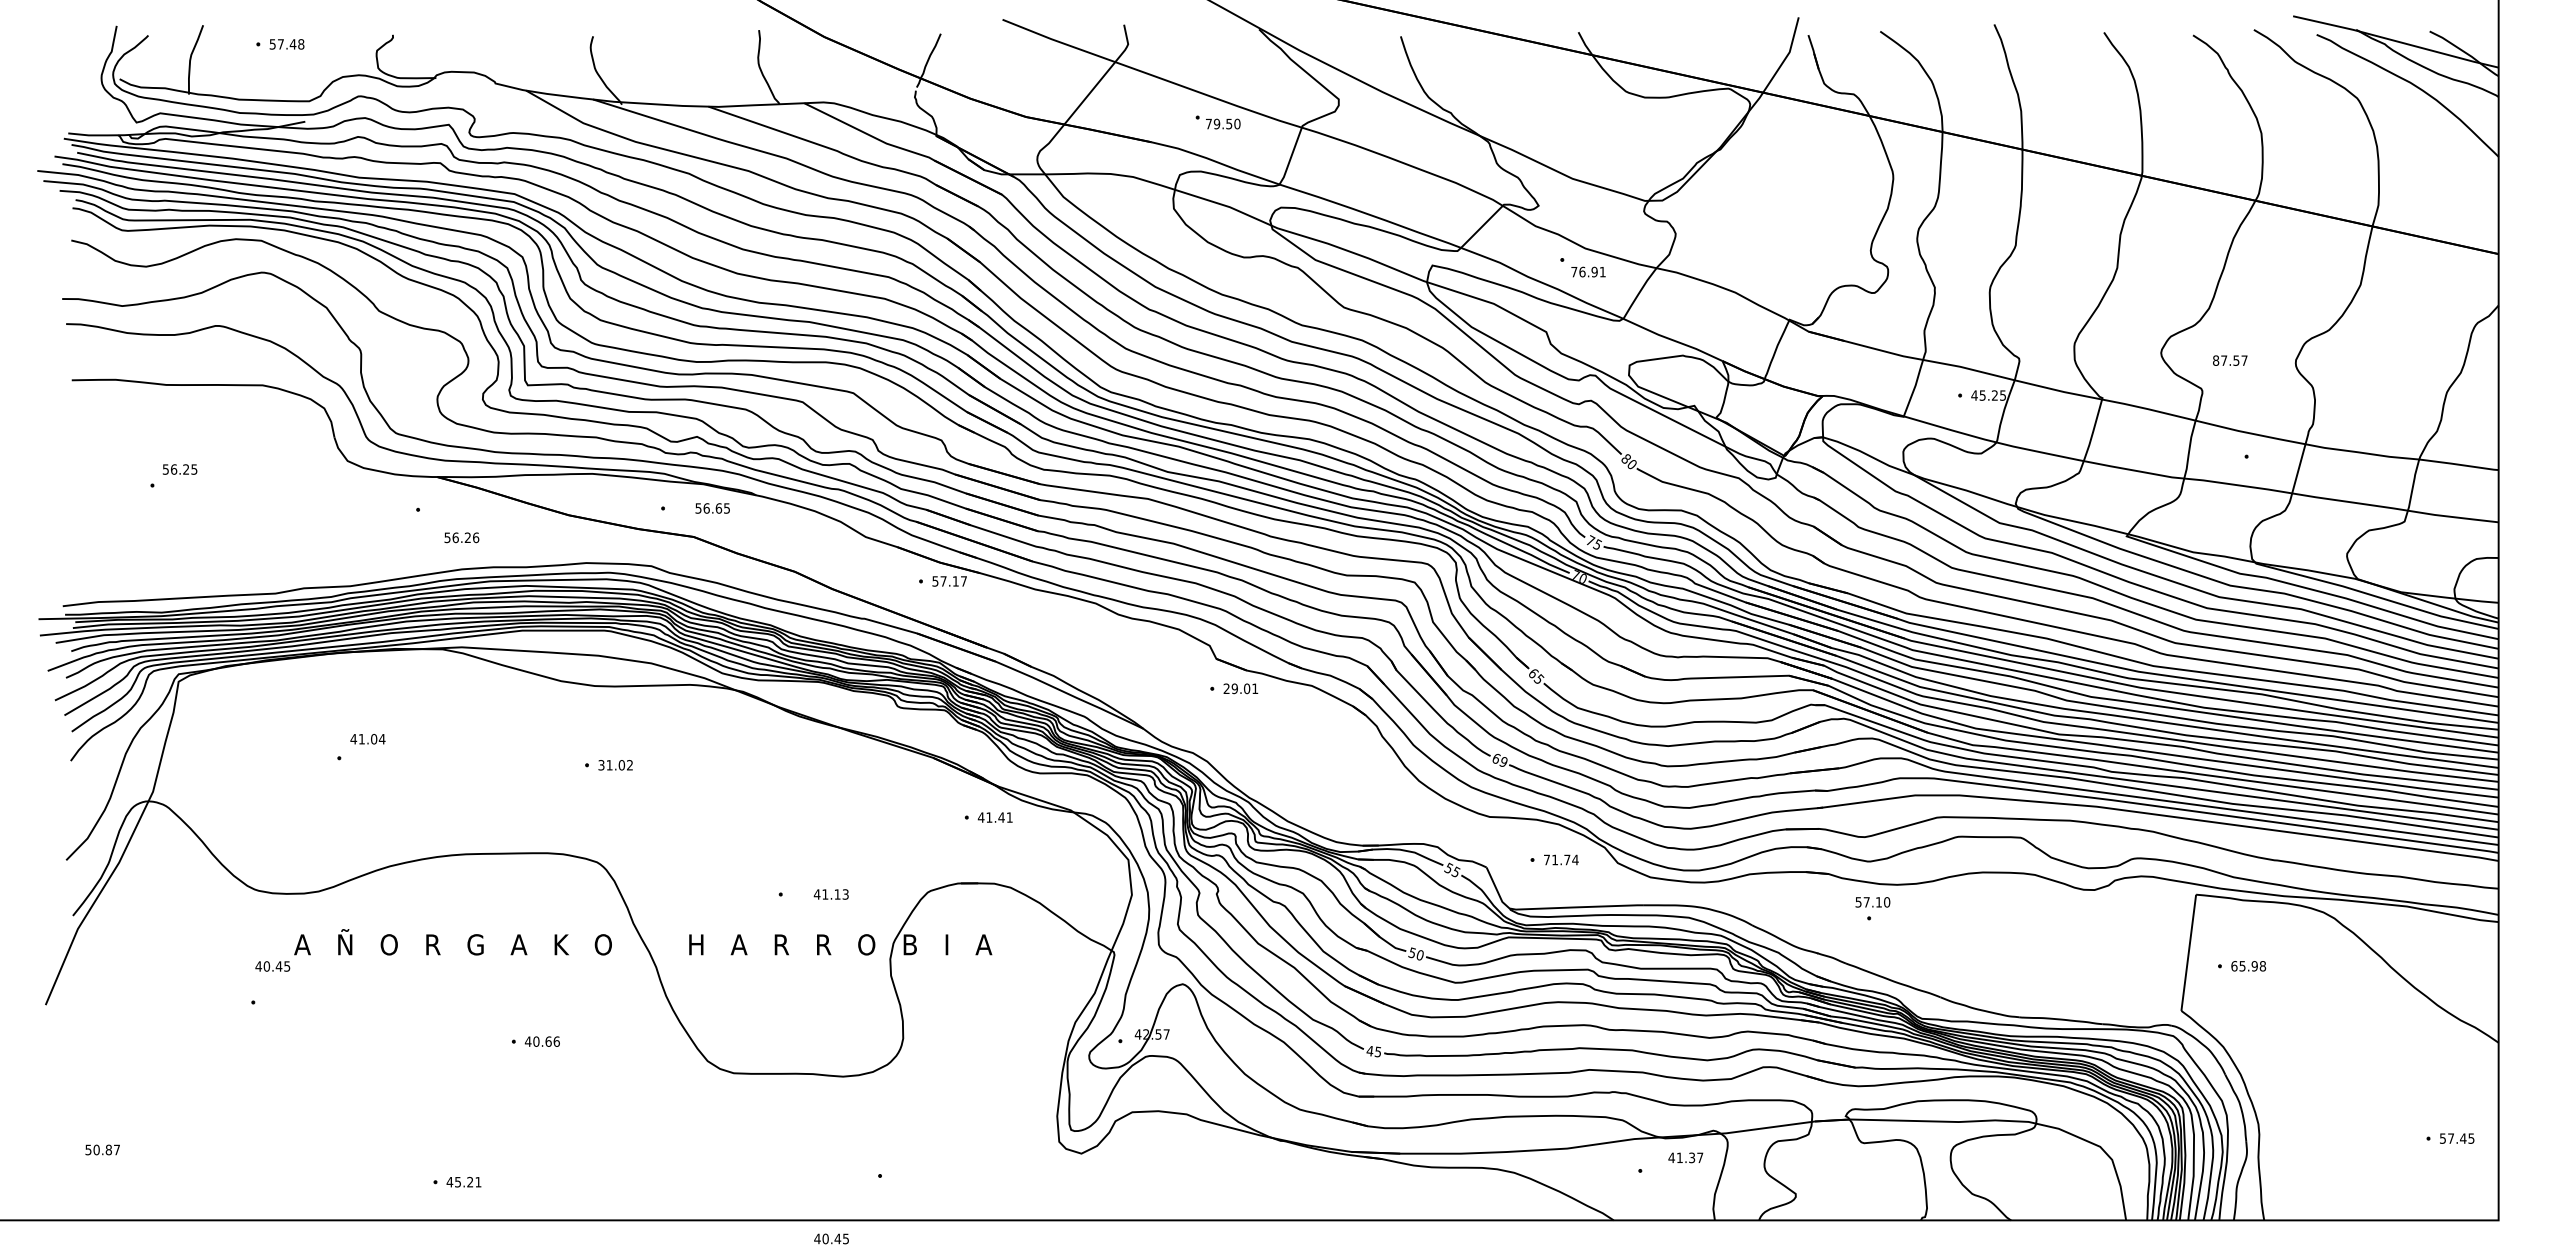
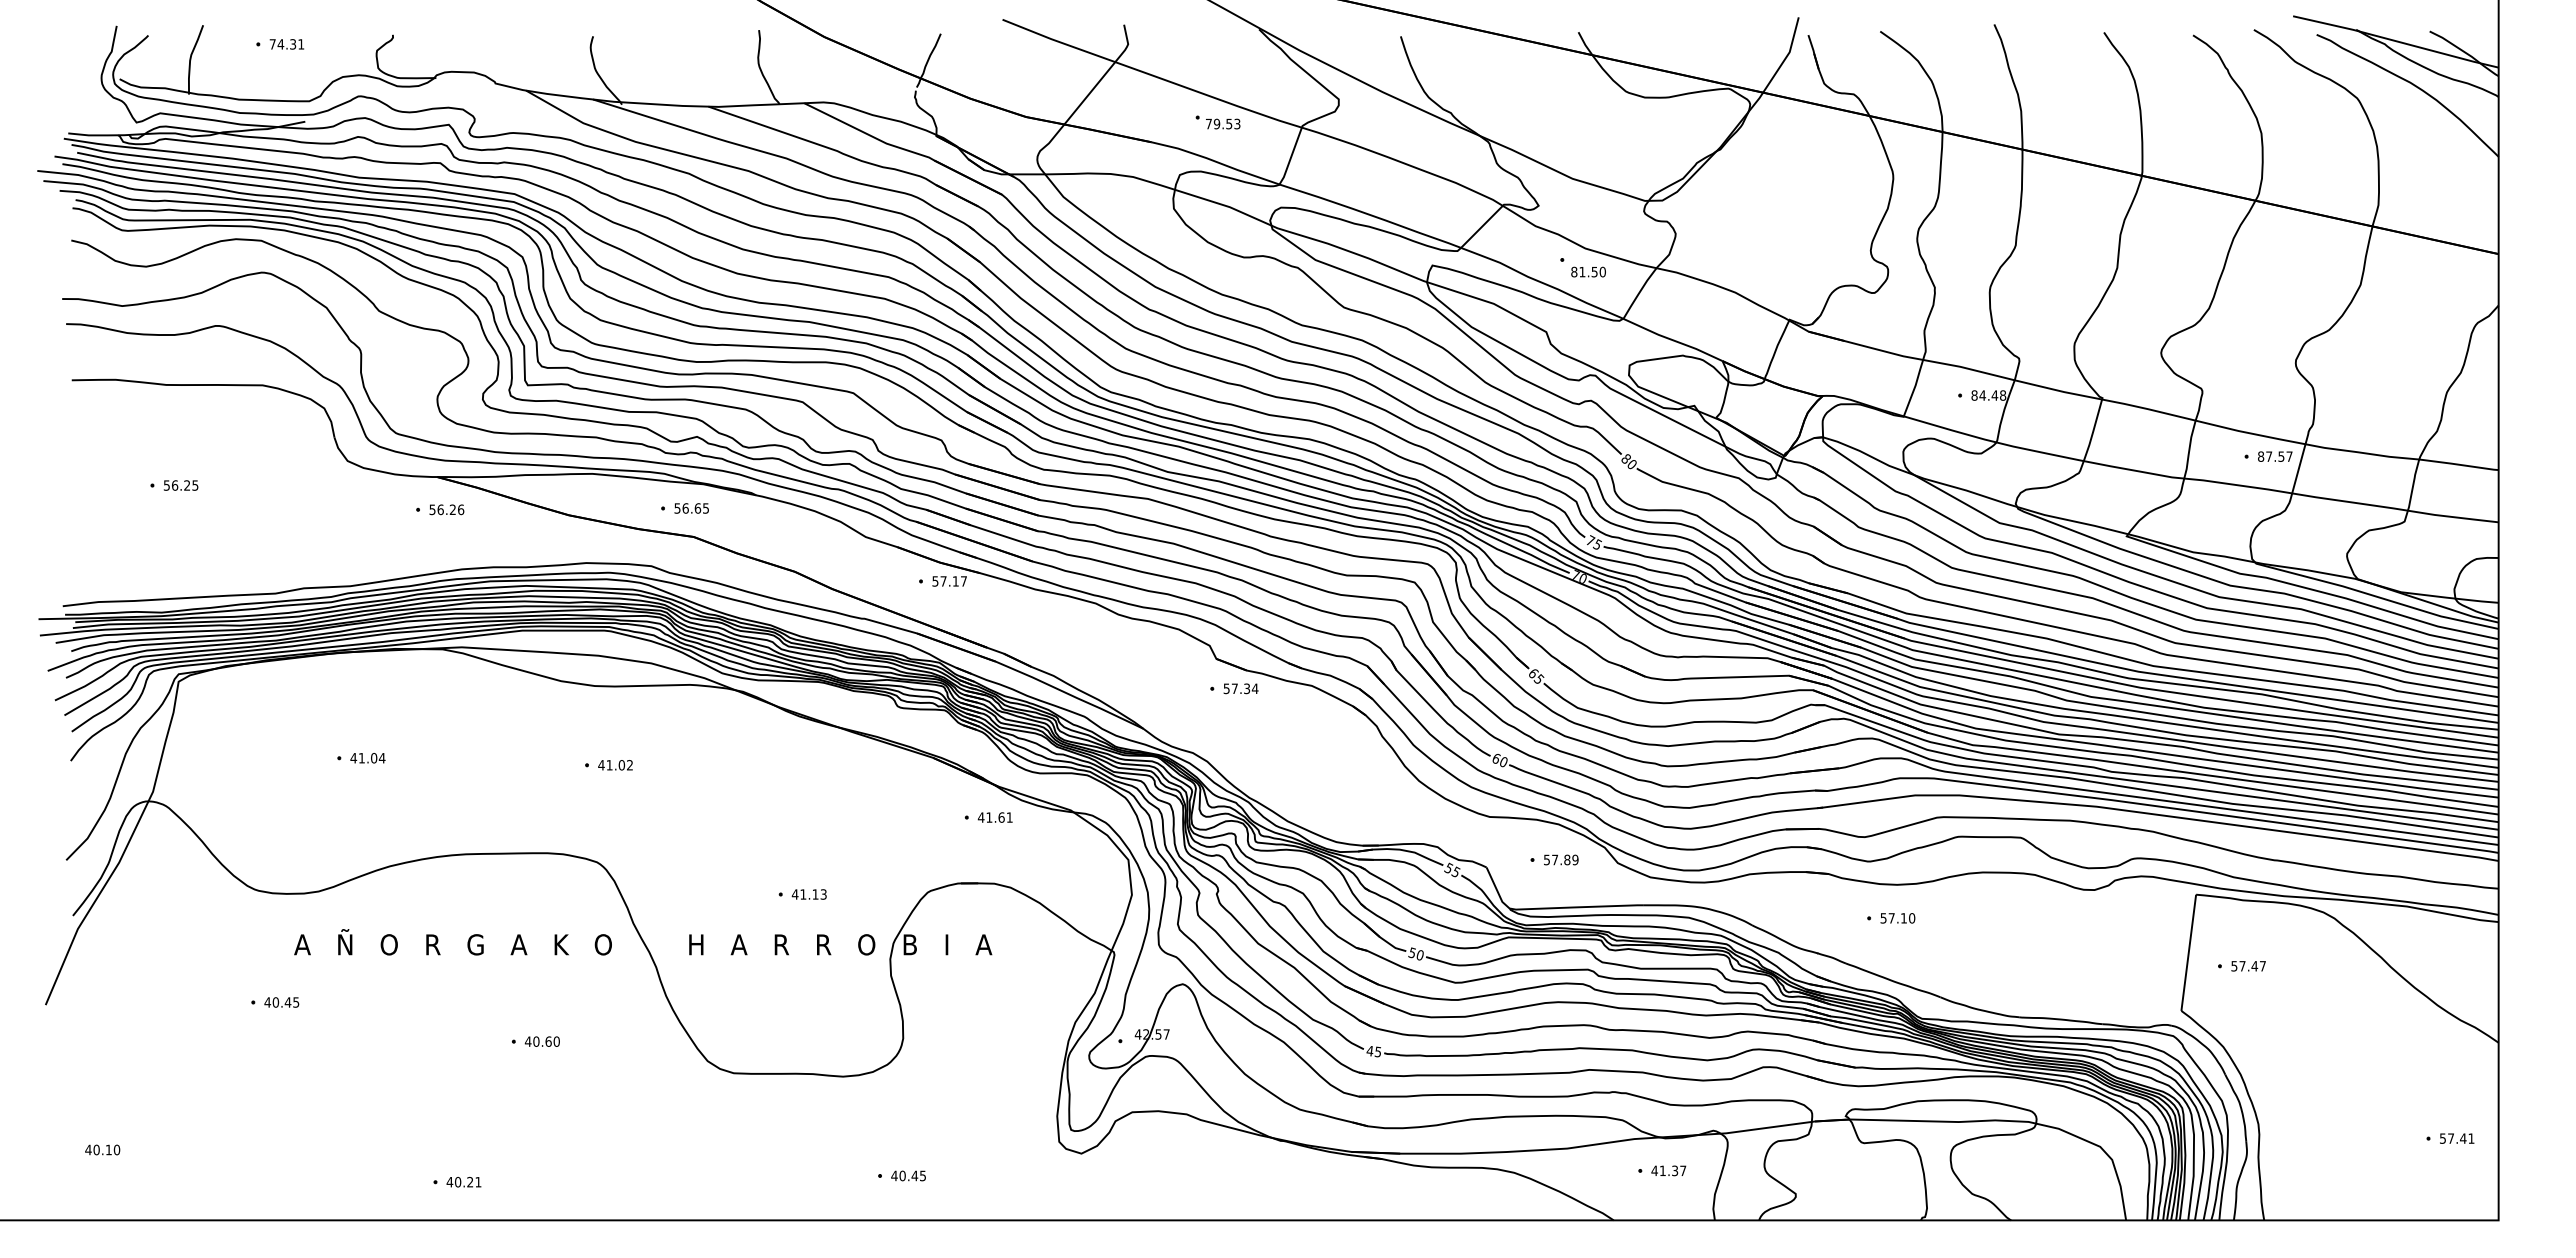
text at (286, 44): 57.48 -> 74.31
text at (1237, 123): 79.50 -> 79.53
text at (1588, 271): 76.91 -> 81.50
text at (2230, 360) position: (2230, 360) -> (2275, 456)
text at (1988, 395): 45.25 -> 84.48
text at (179, 469) position: (179, 469) -> (180, 485)
text at (712, 508) position: (712, 508) -> (691, 508)
text at (461, 537) position: (461, 537) -> (446, 509)
text at (1240, 688): 29.01 -> 57.34
text at (367, 739) position: (367, 739) -> (367, 758)
text at (1502, 762): 69 -> 60
text at (601, 765): 31.02 -> 41.02
text at (1001, 817): 41.41 -> 41.61
text at (1561, 859): 71.74 -> 57.89
text at (830, 894) position: (830, 894) -> (808, 894)
text at (1872, 902) position: (1872, 902) -> (1897, 918)
text at (272, 966) position: (272, 966) -> (281, 1002)
text at (2248, 966): 65.98 -> 57.47
text at (556, 1041): 40.66 -> 40.60
text at (2471, 1138): 57.45 -> 57.41
text at (102, 1149): 50.87 -> 40.10
text at (1685, 1157) position: (1685, 1157) -> (1668, 1170)
text at (458, 1181): 45.21 -> 40.21
text at (831, 1238) position: (831, 1238) -> (908, 1175)
